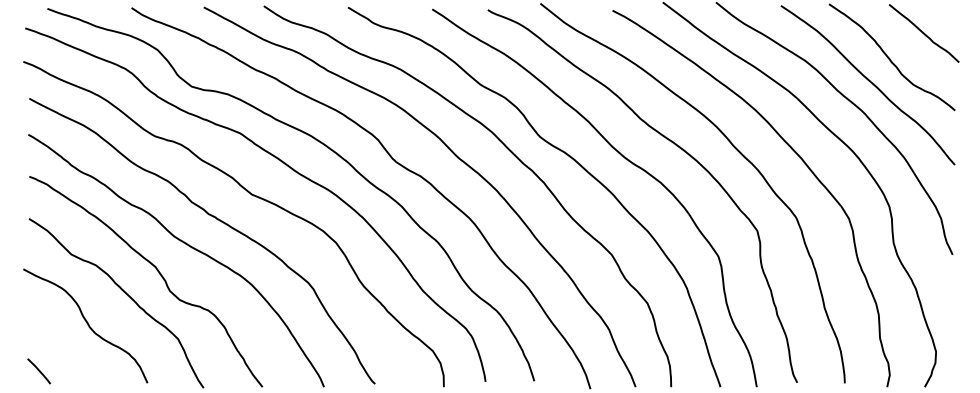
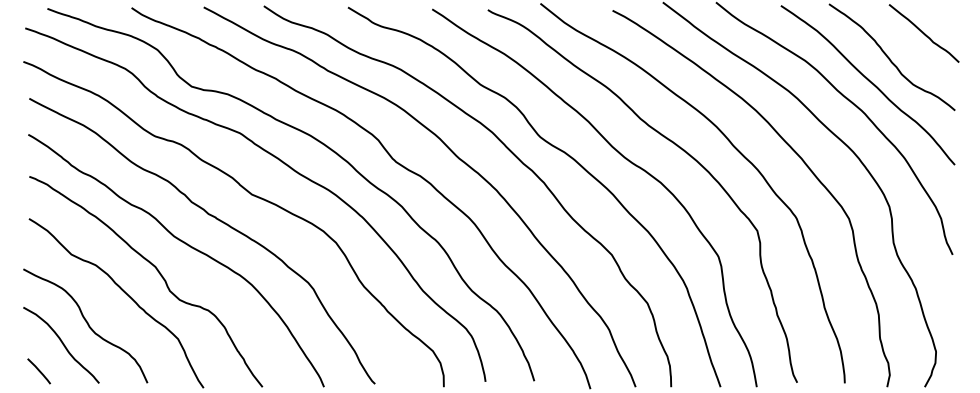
curve at (62, 344): none -> present
